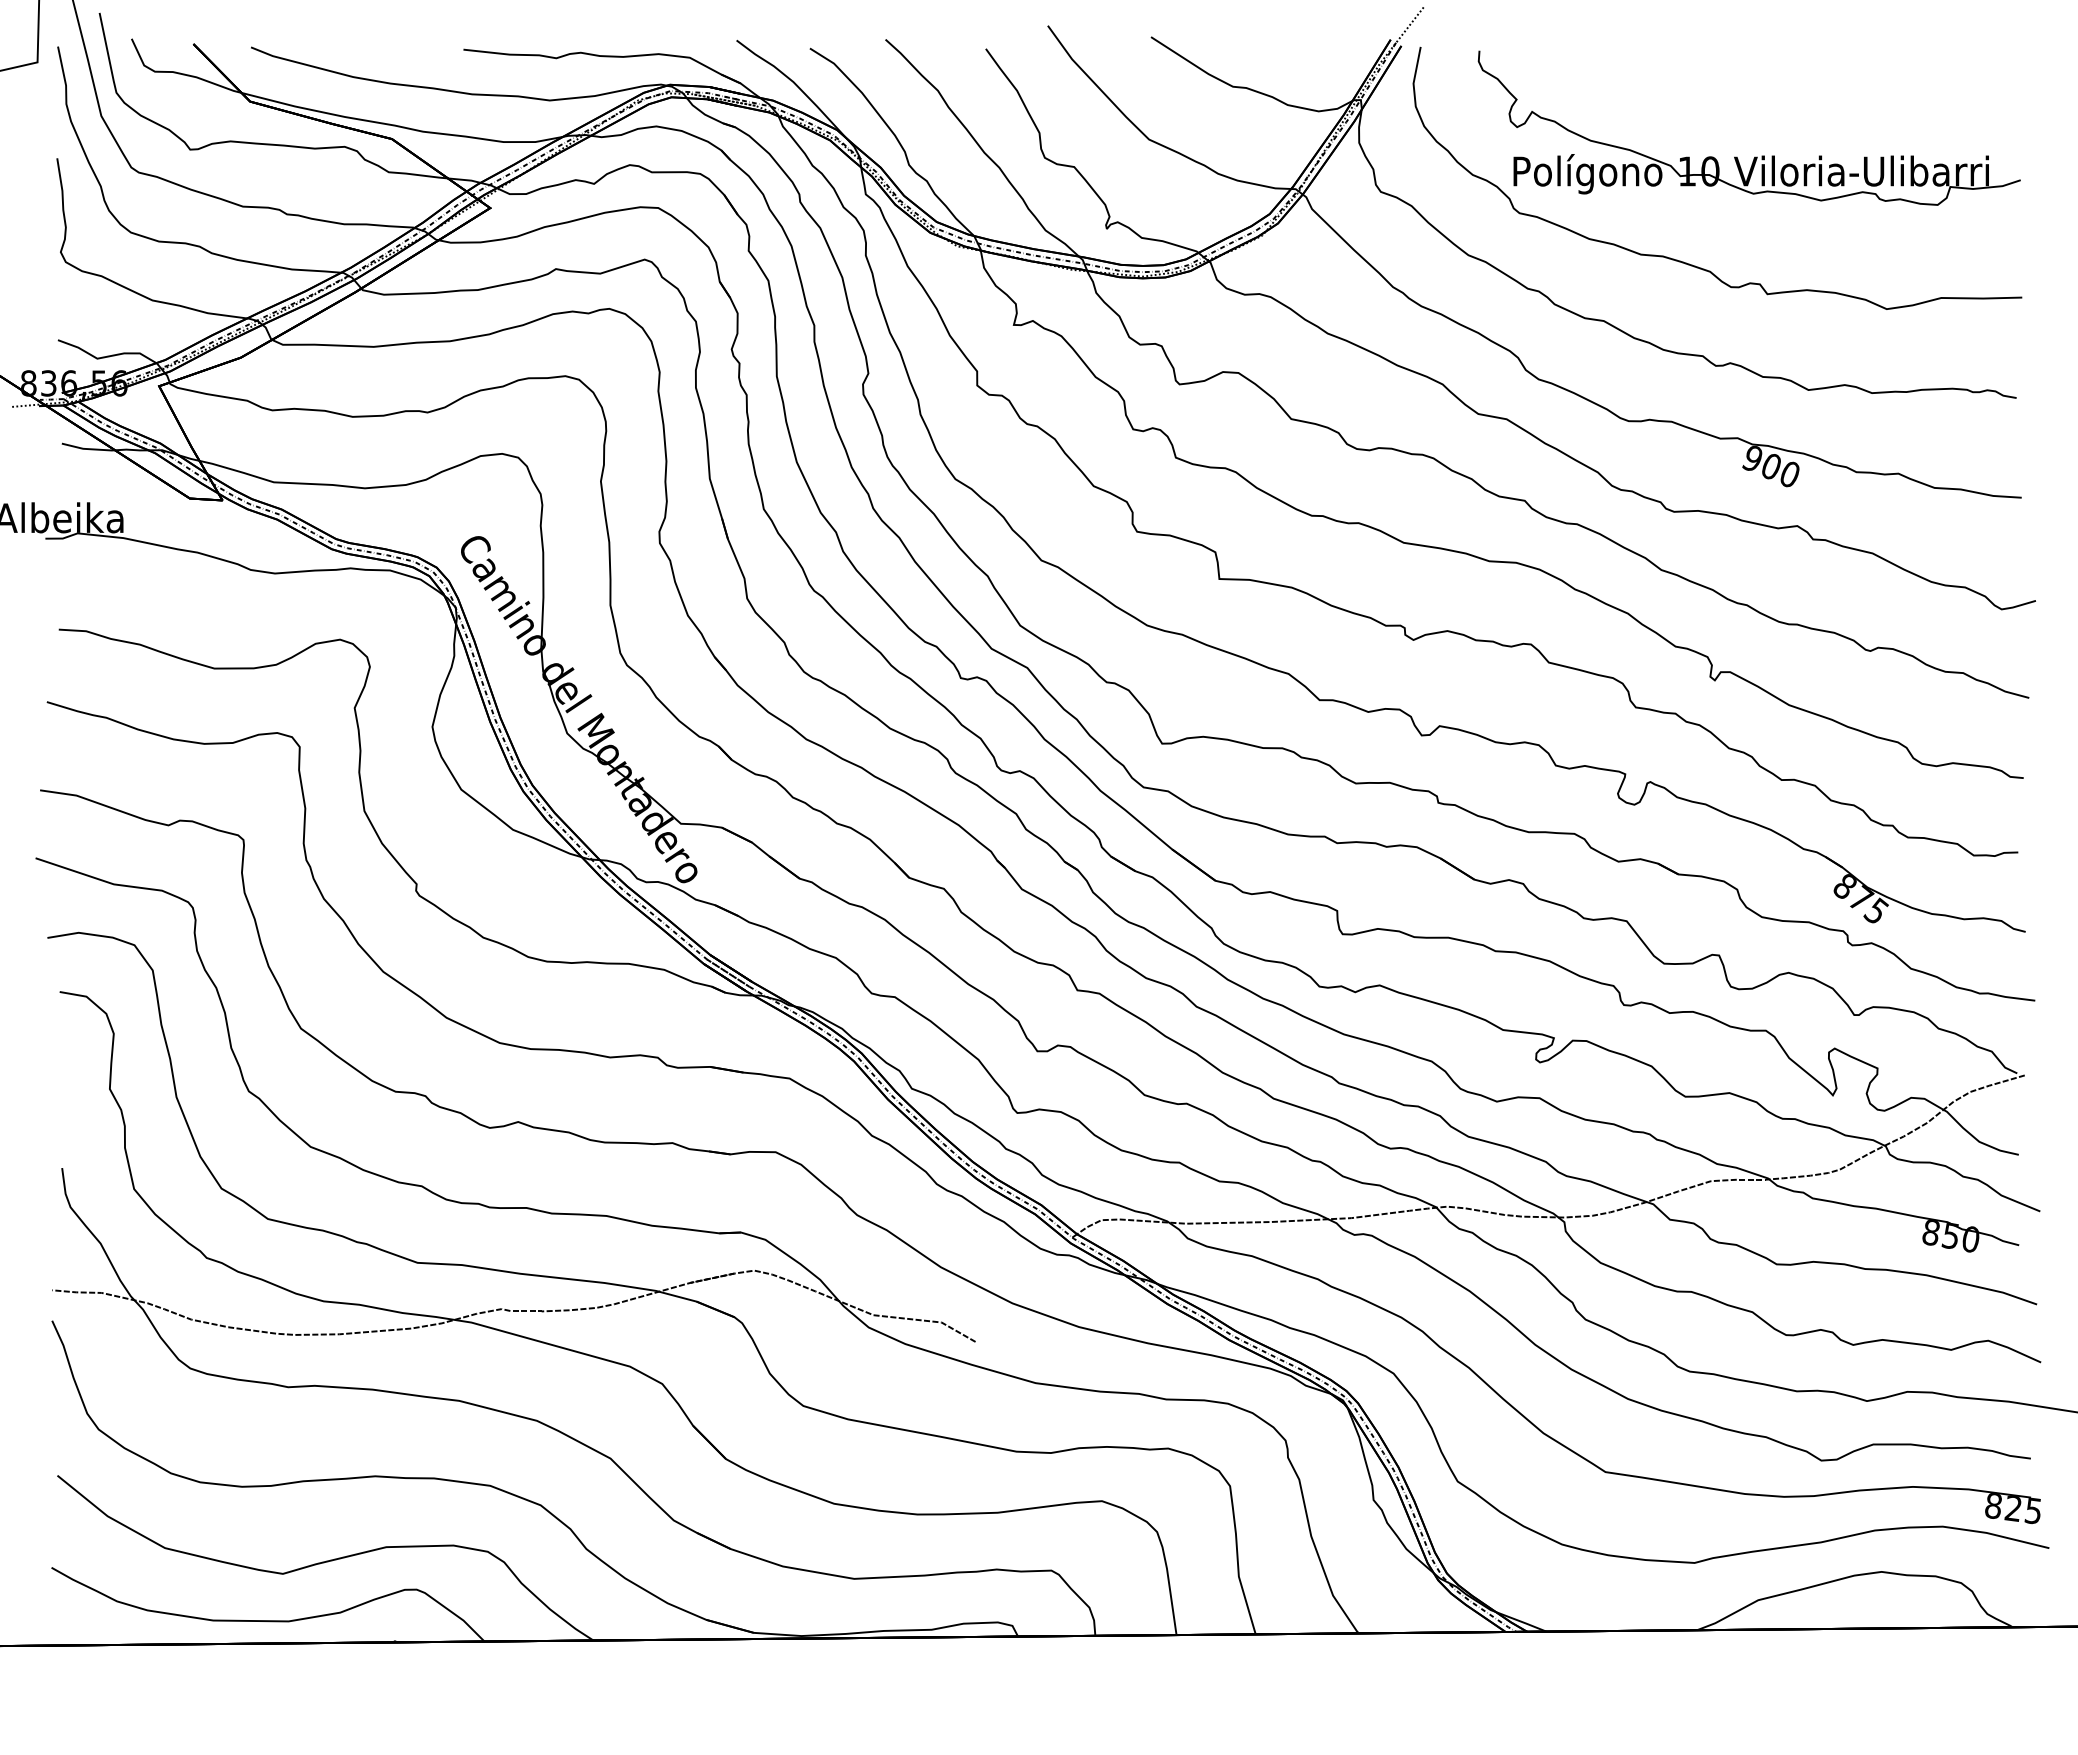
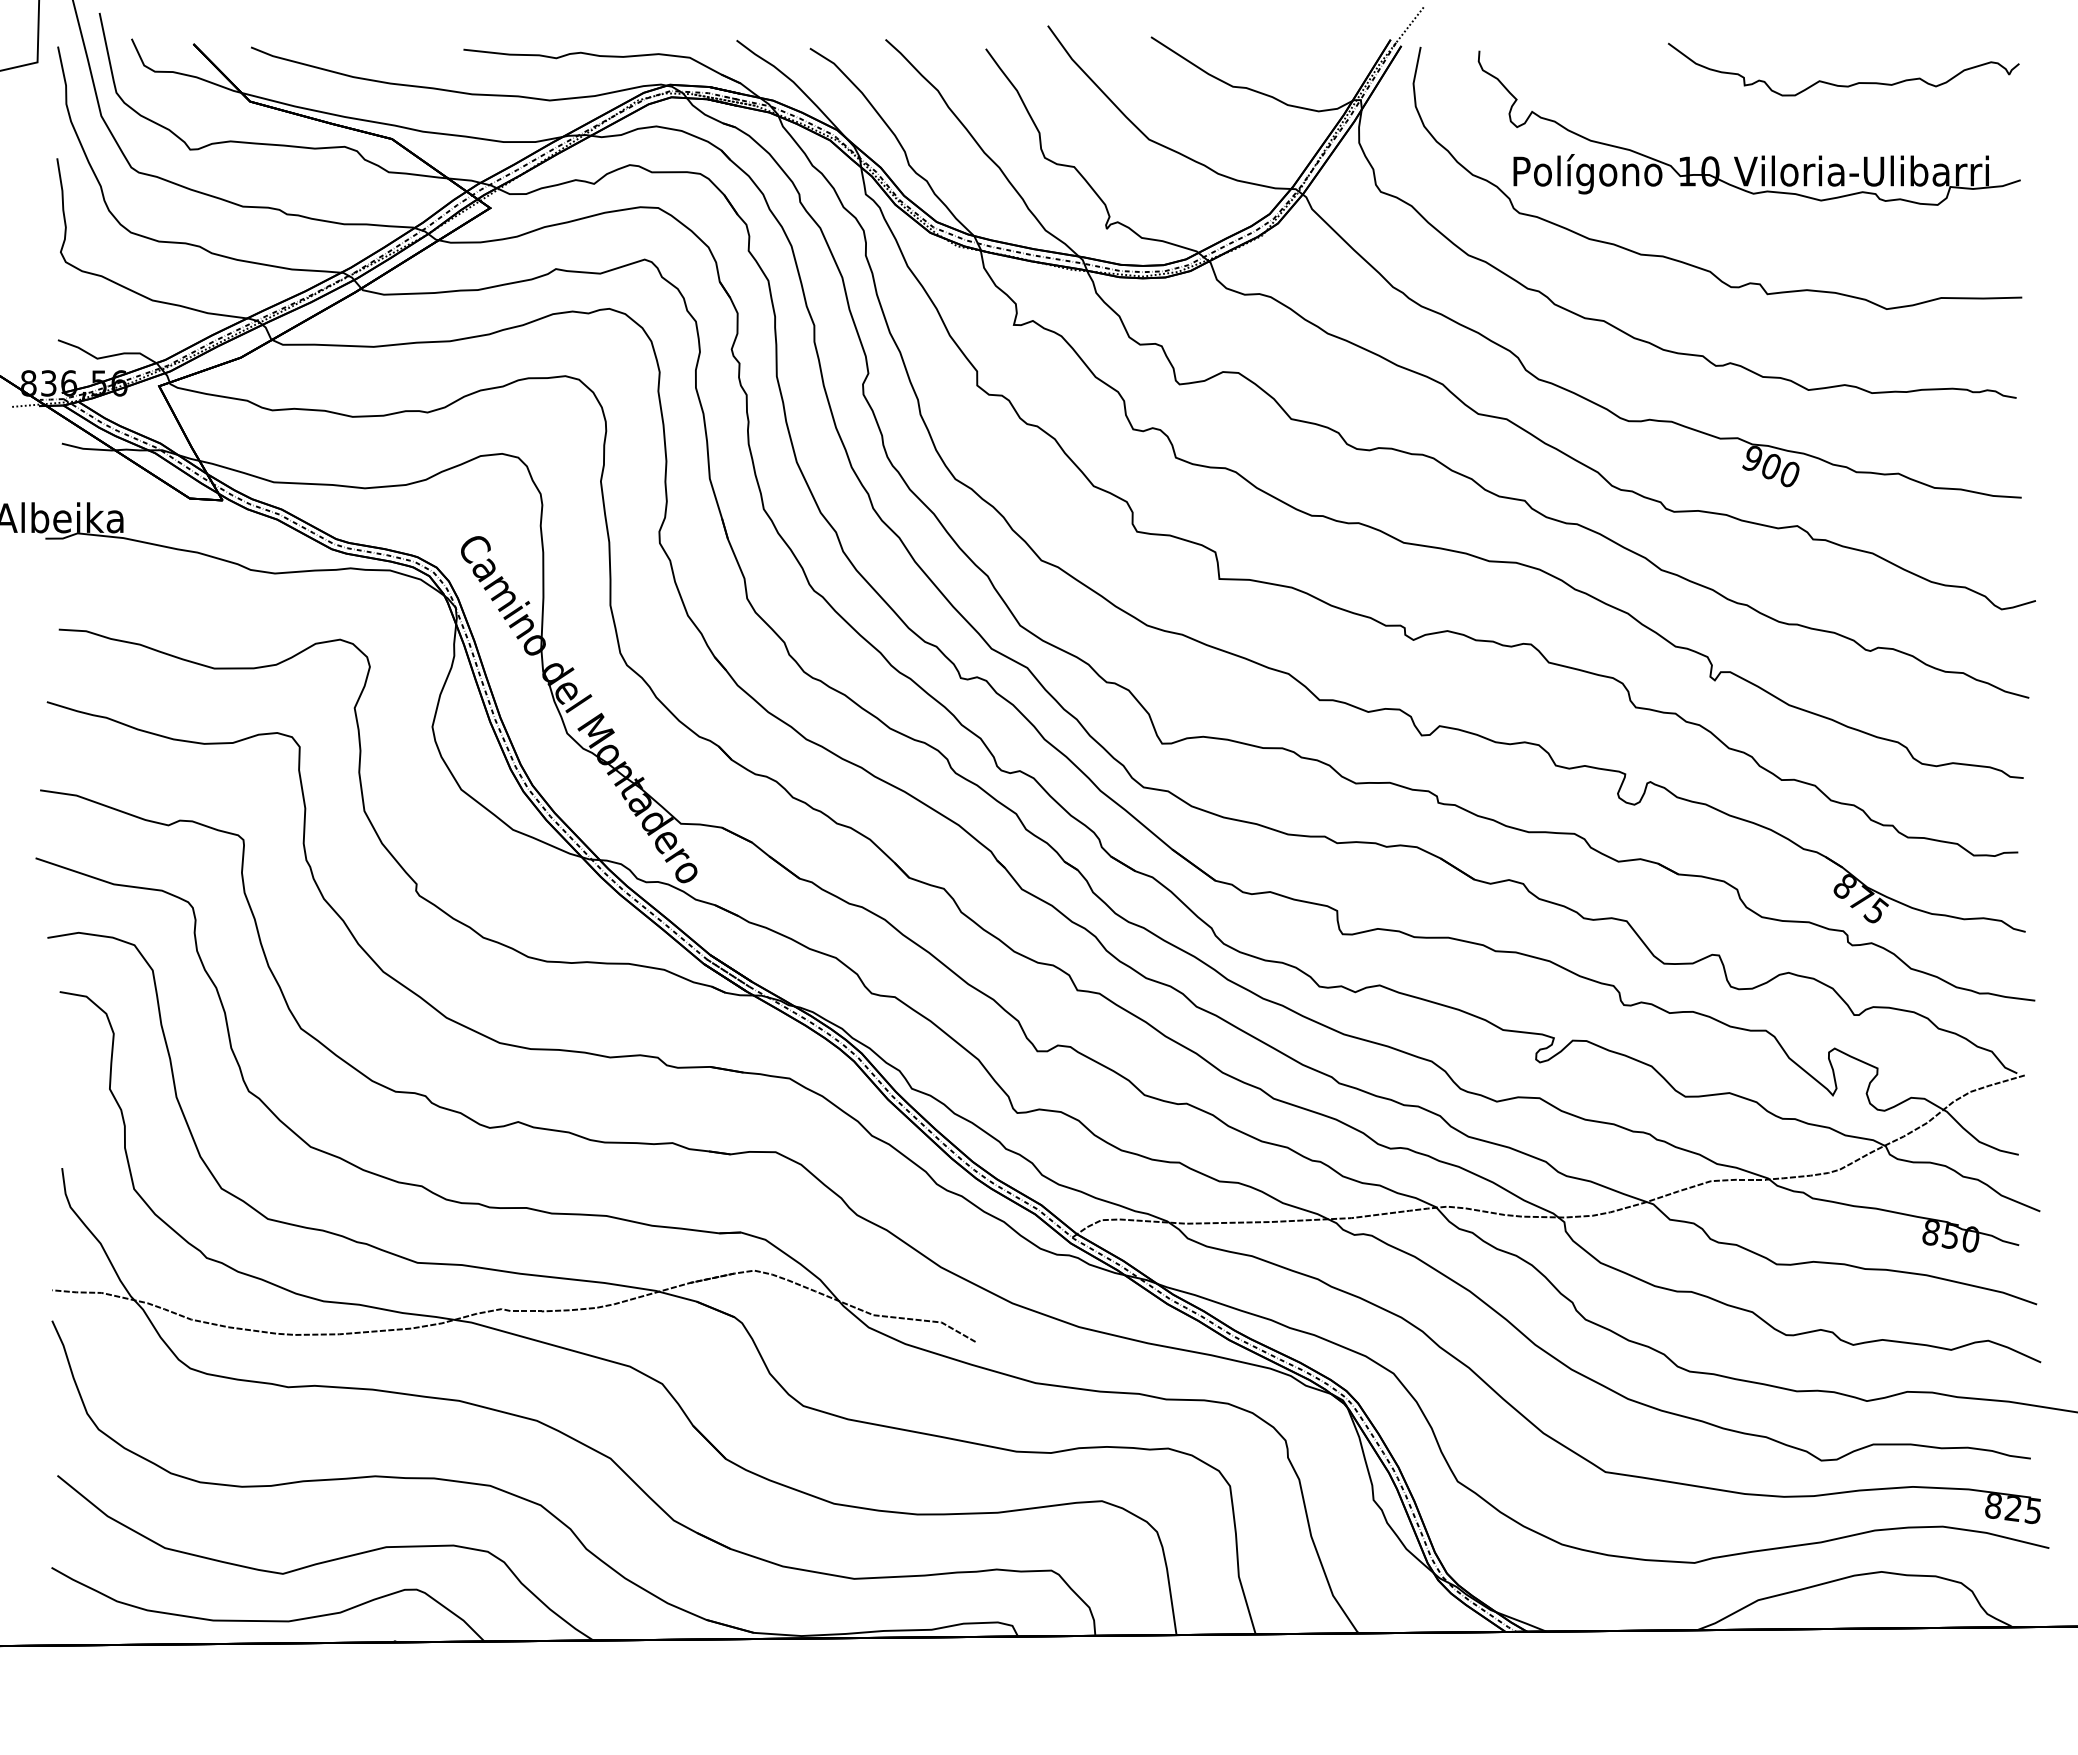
curve at (1843, 85): none -> present
